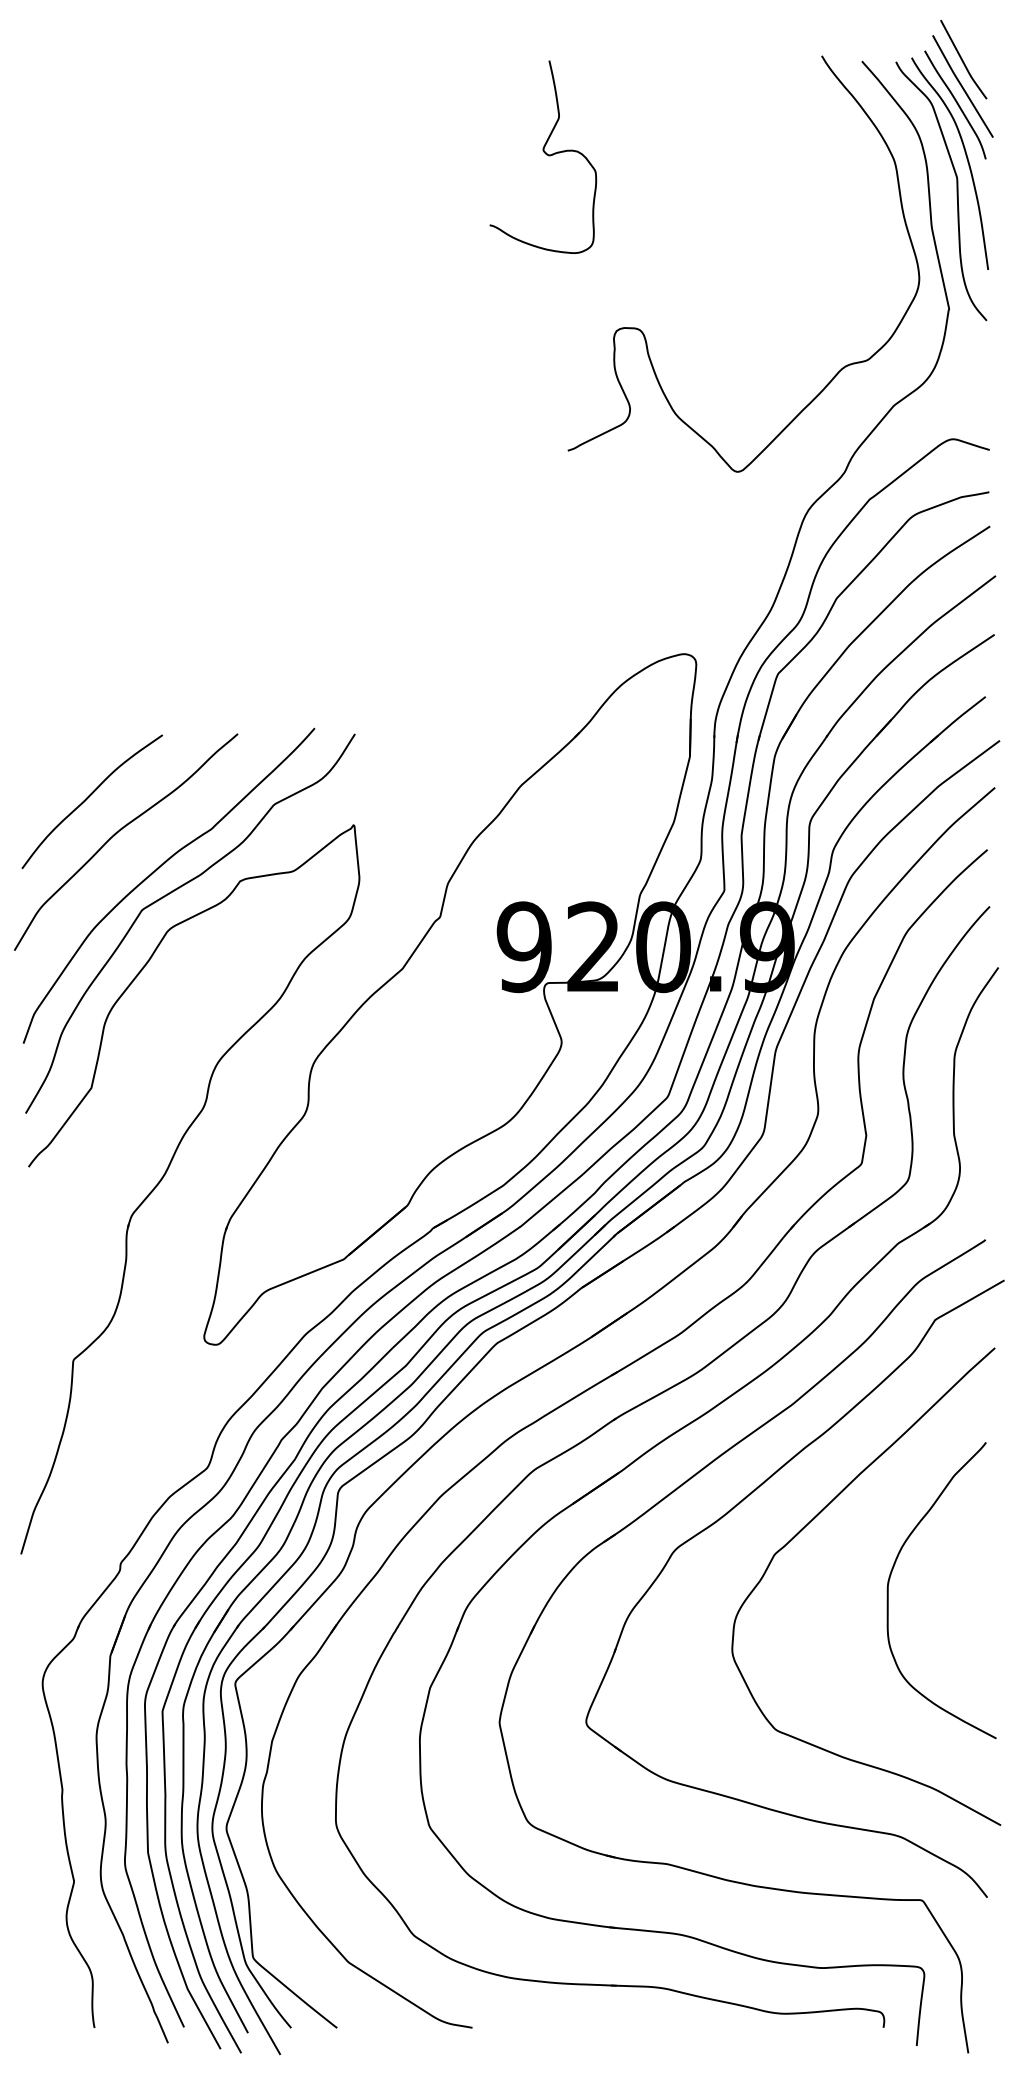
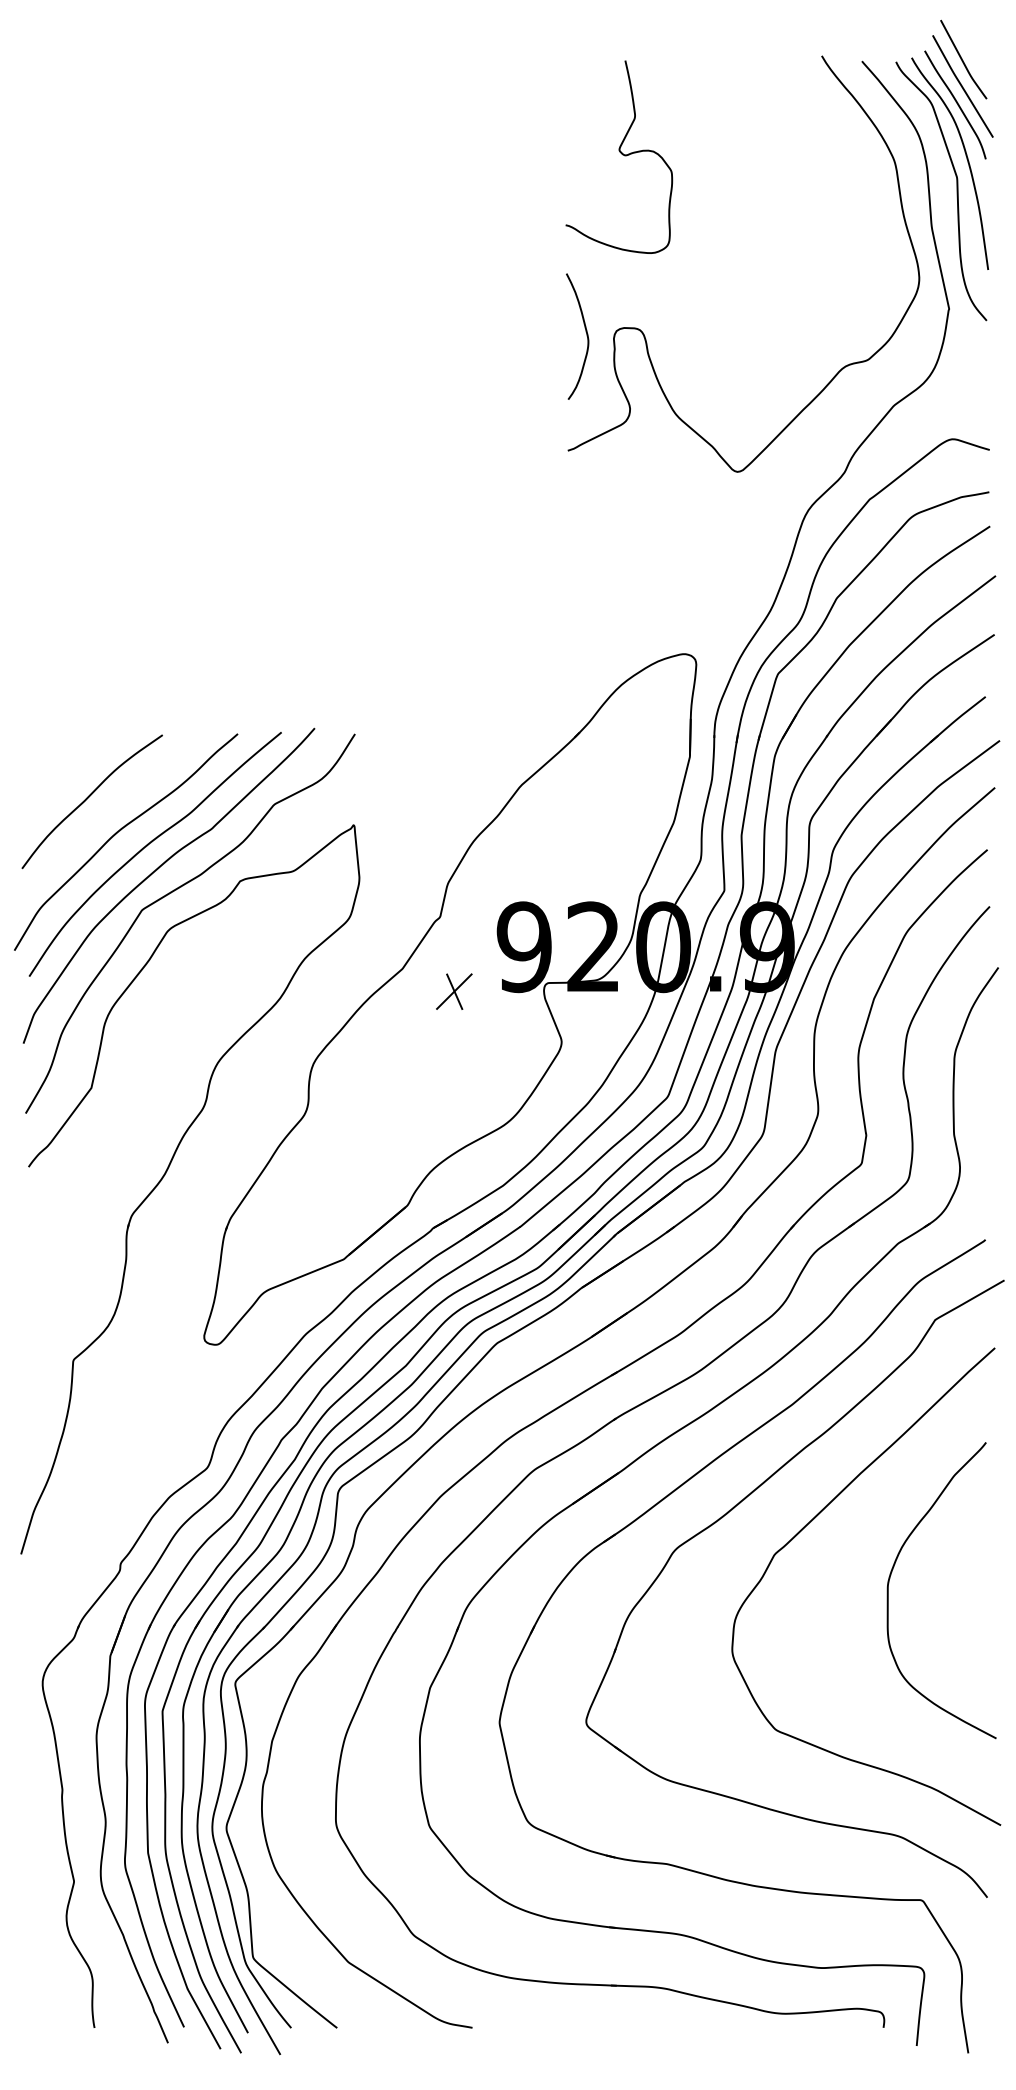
curve at (545, 154) position: (545, 154) -> (621, 154)
curve at (586, 336): none -> present
curve at (147, 846): none -> present
part at (454, 991): none -> present
